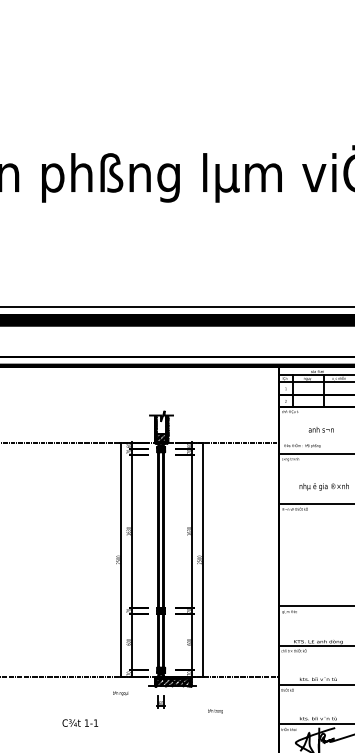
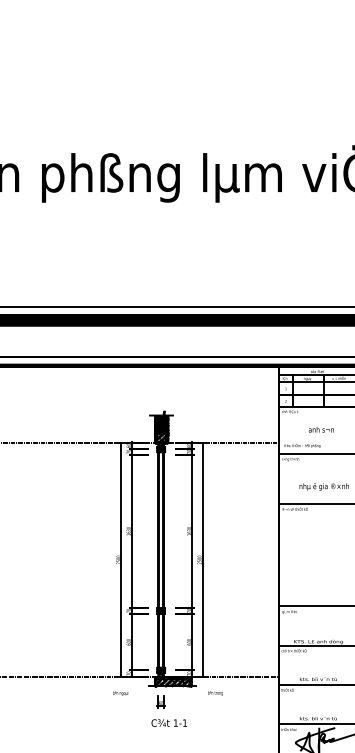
hatch at (161, 422): none -> present
text at (215, 711) position: (215, 711) -> (215, 693)
text at (80, 722) position: (80, 722) -> (169, 722)
